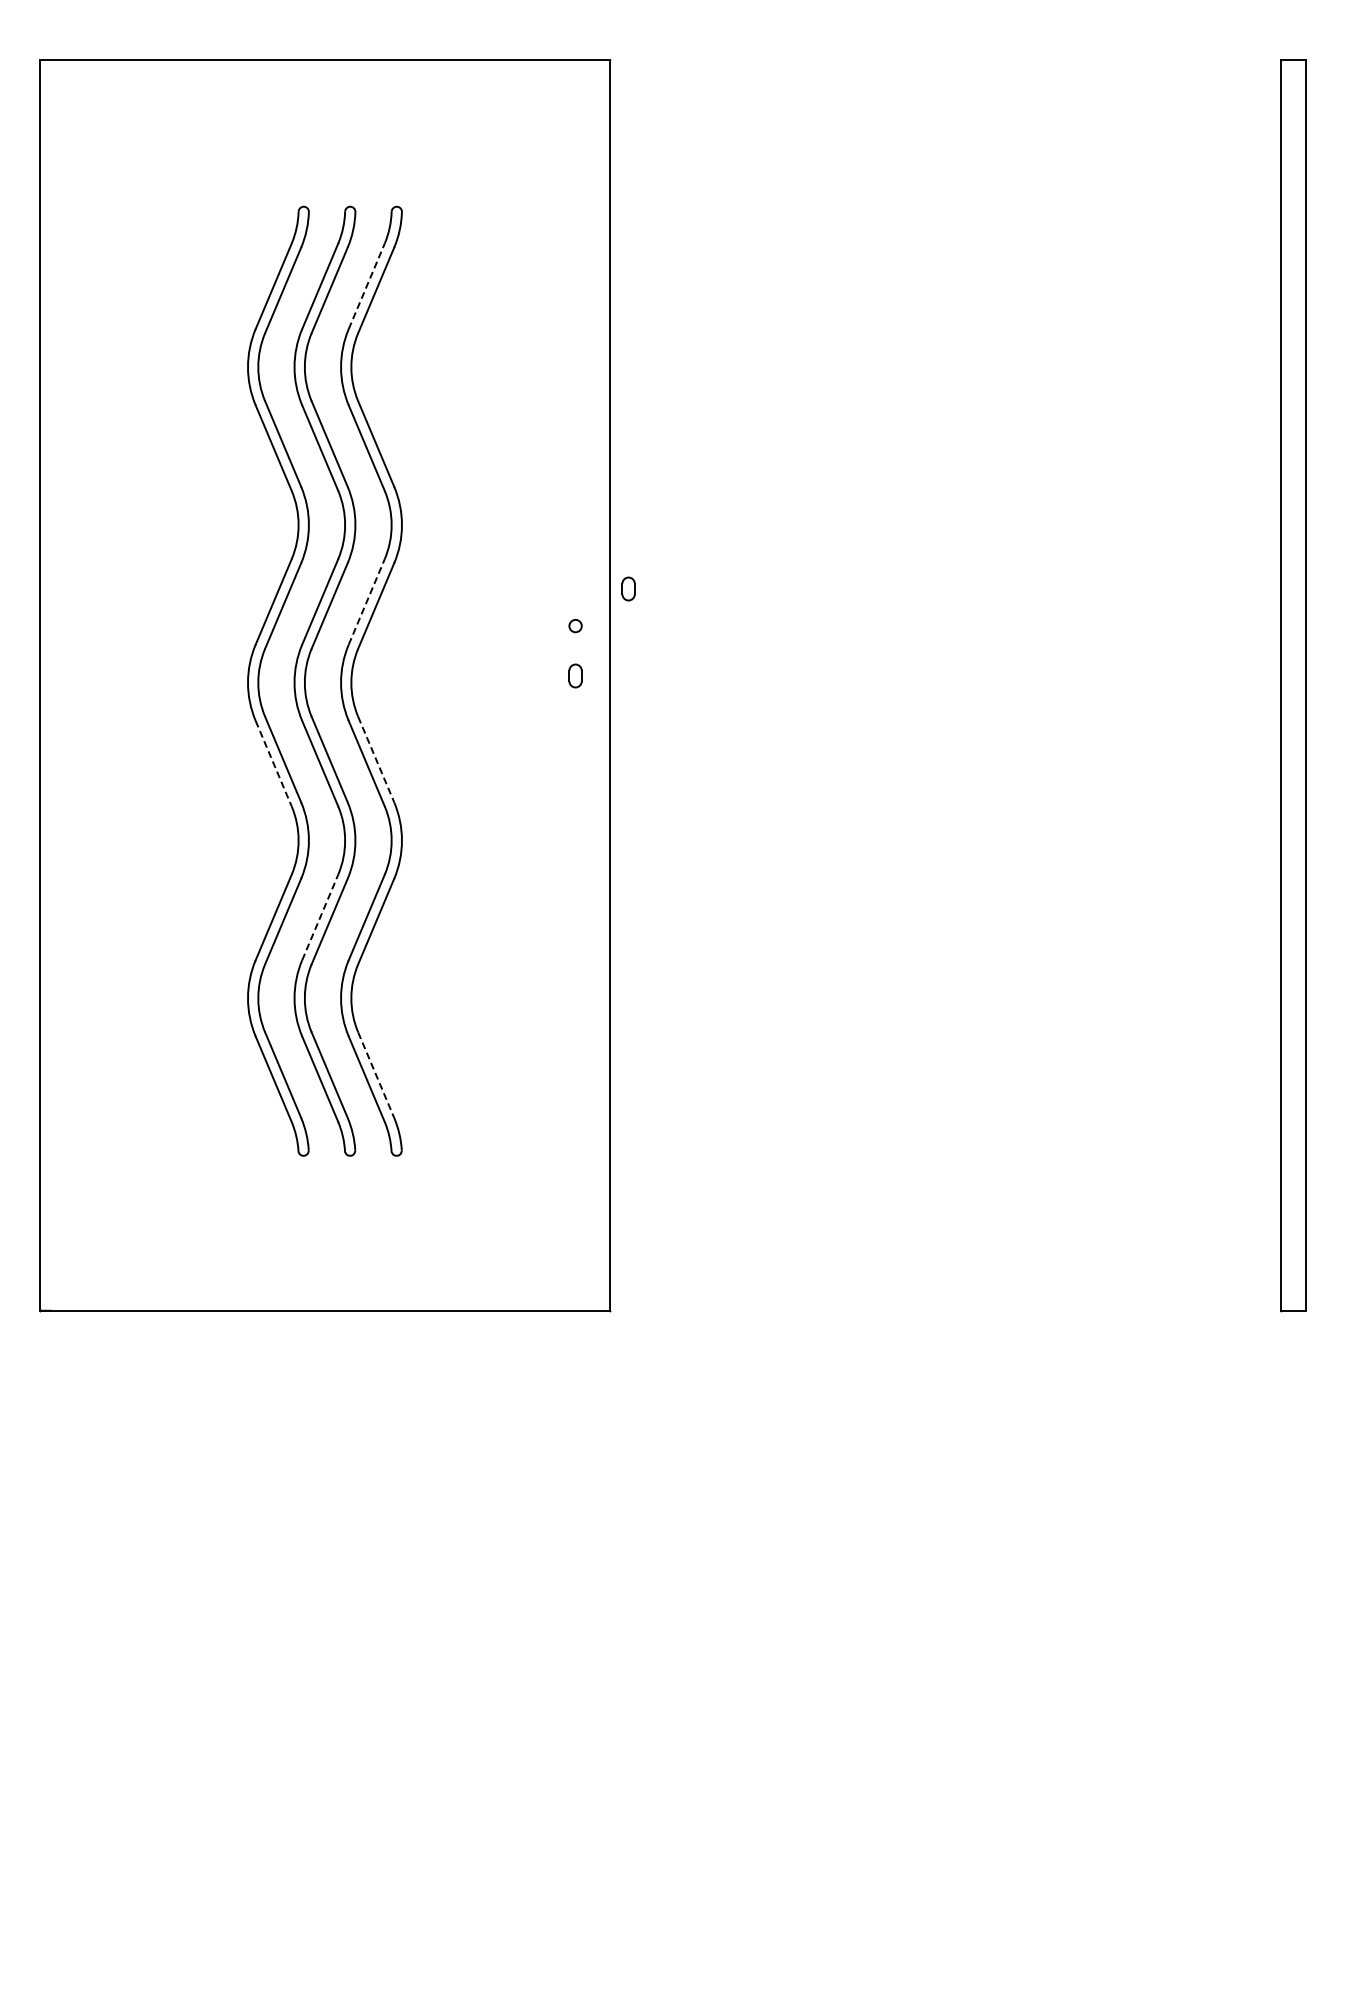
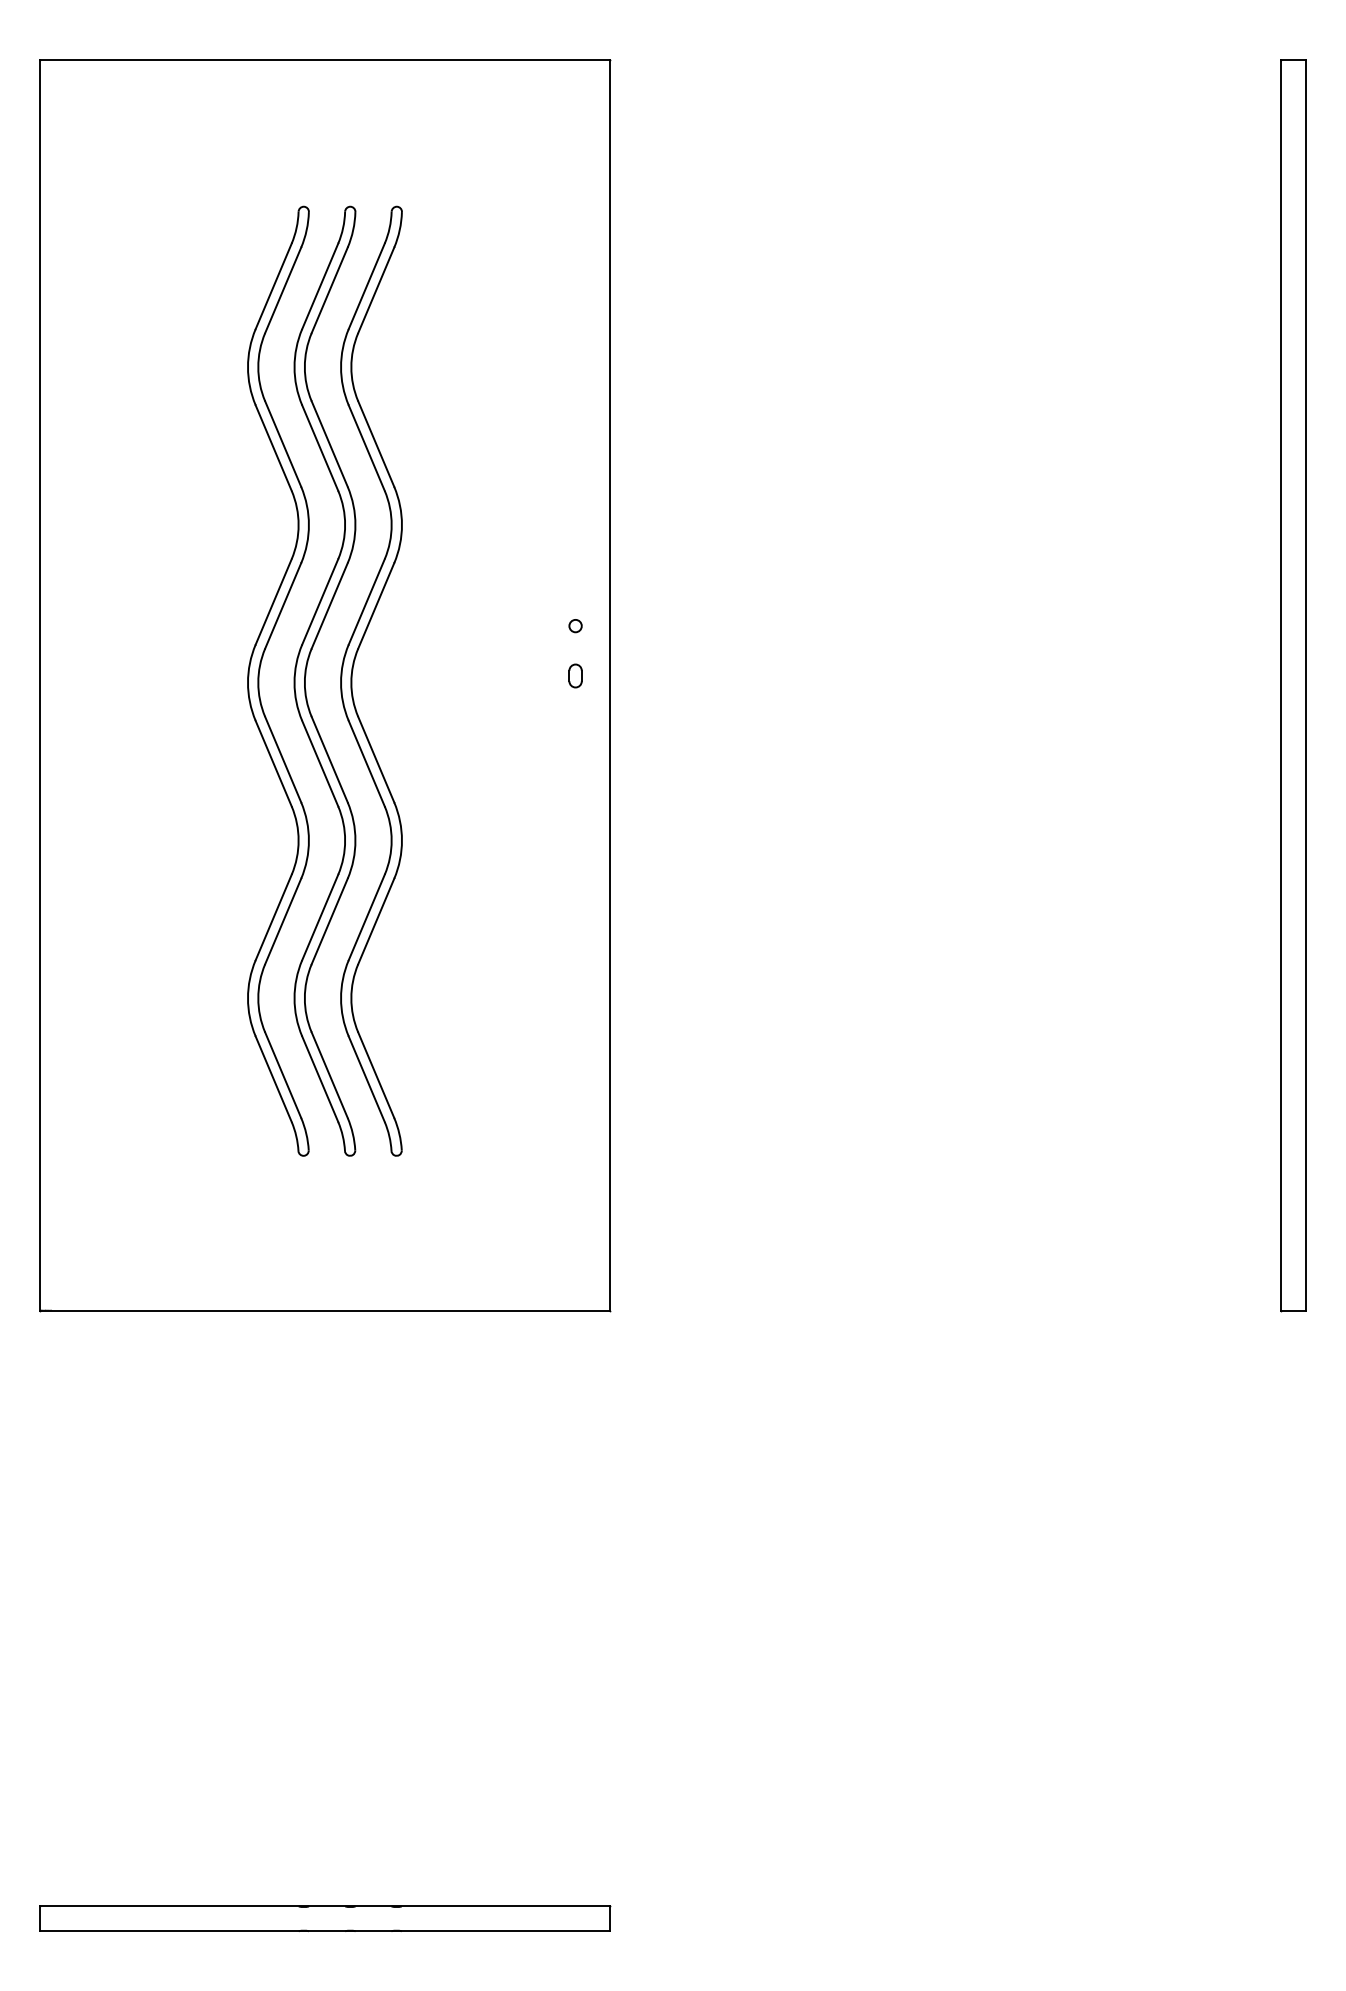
line at (366, 285): dashed -> solid
part at (628, 588): present -> none
line at (366, 601): dashed -> solid
line at (376, 760): dashed -> solid
line at (273, 764): dashed -> solid
line at (320, 917): dashed -> solid
line at (376, 1075): dashed -> solid
part at (325, 1918): none -> present
